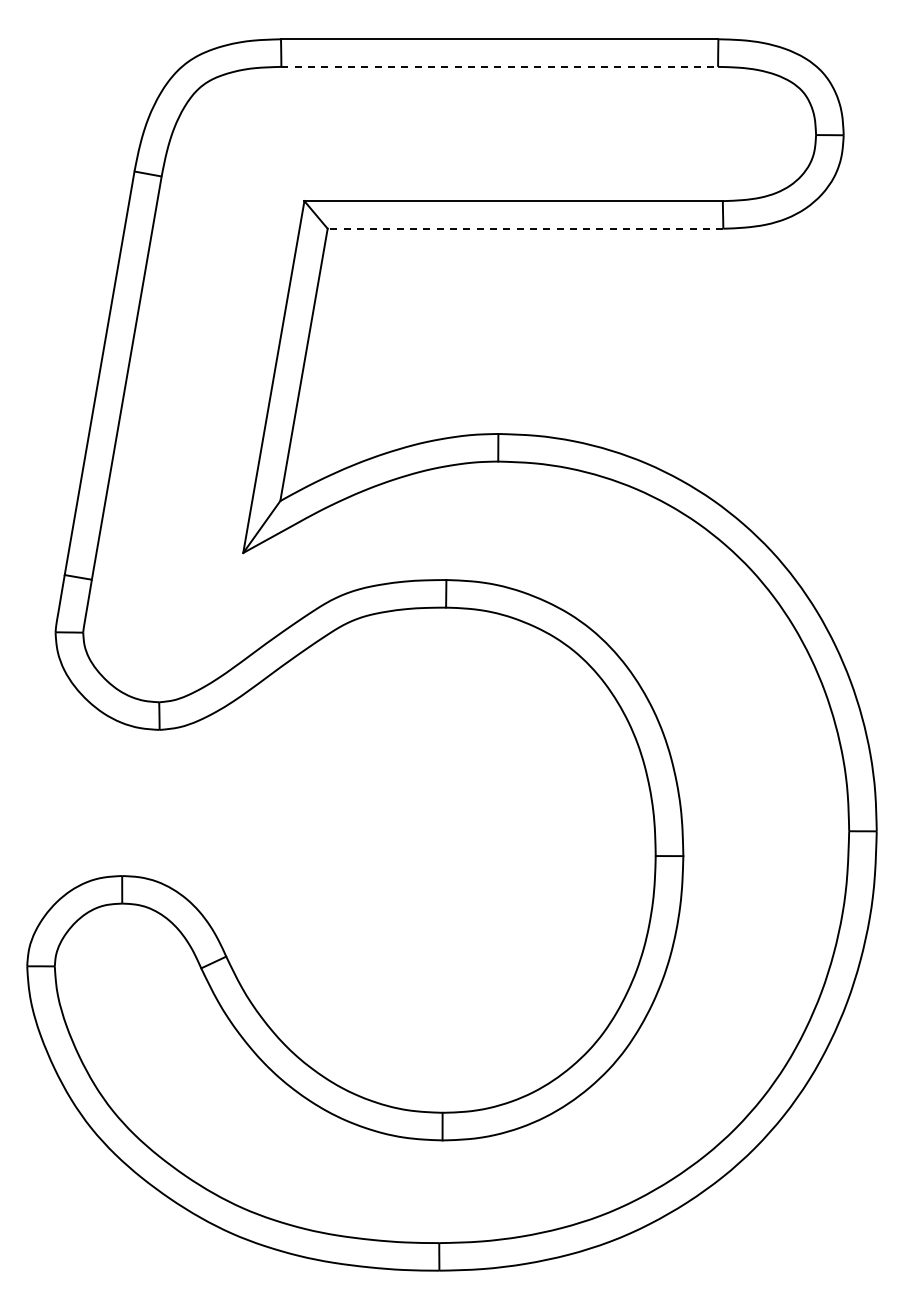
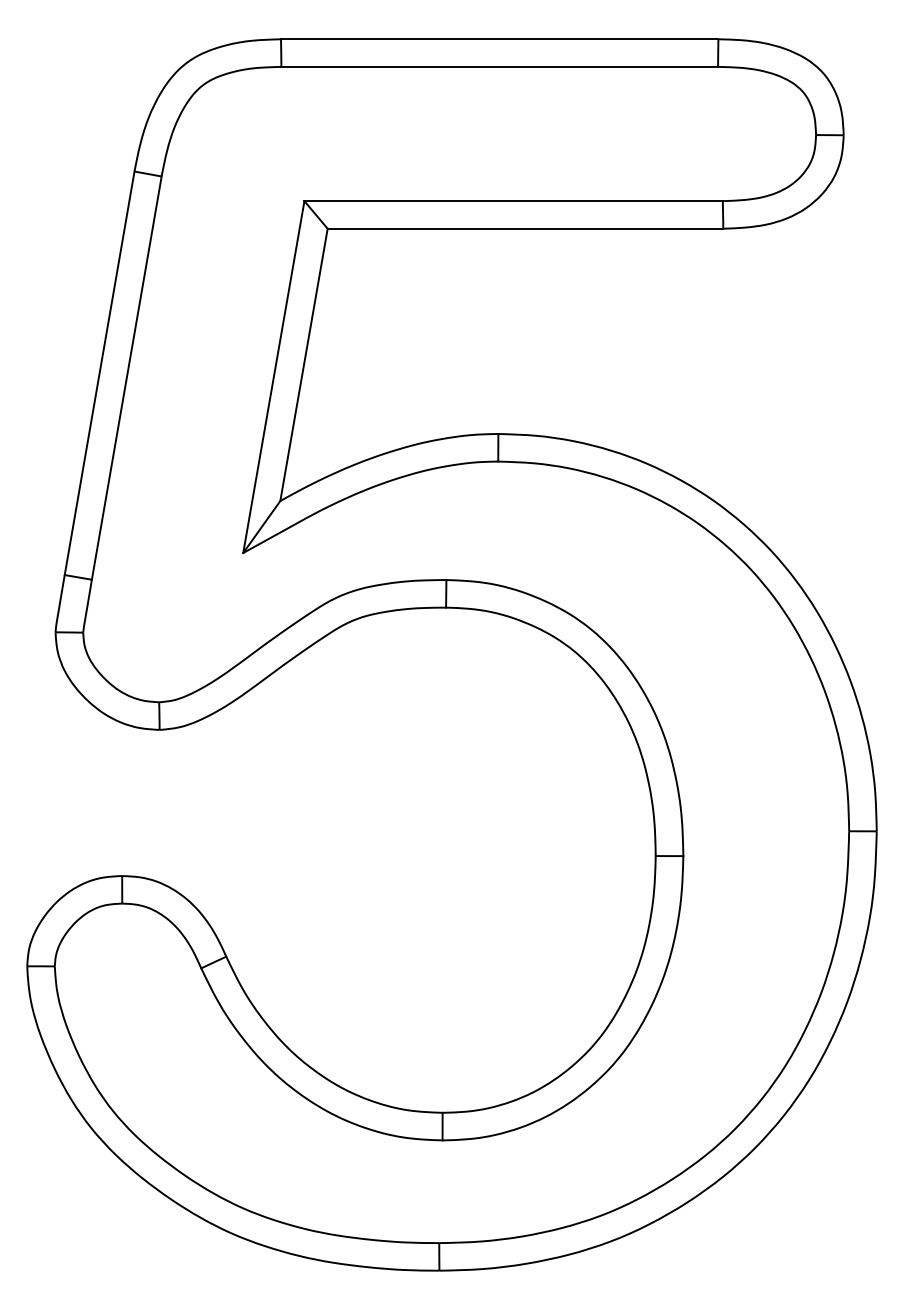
line at (500, 66): dashed -> solid
line at (525, 228): dashed -> solid
